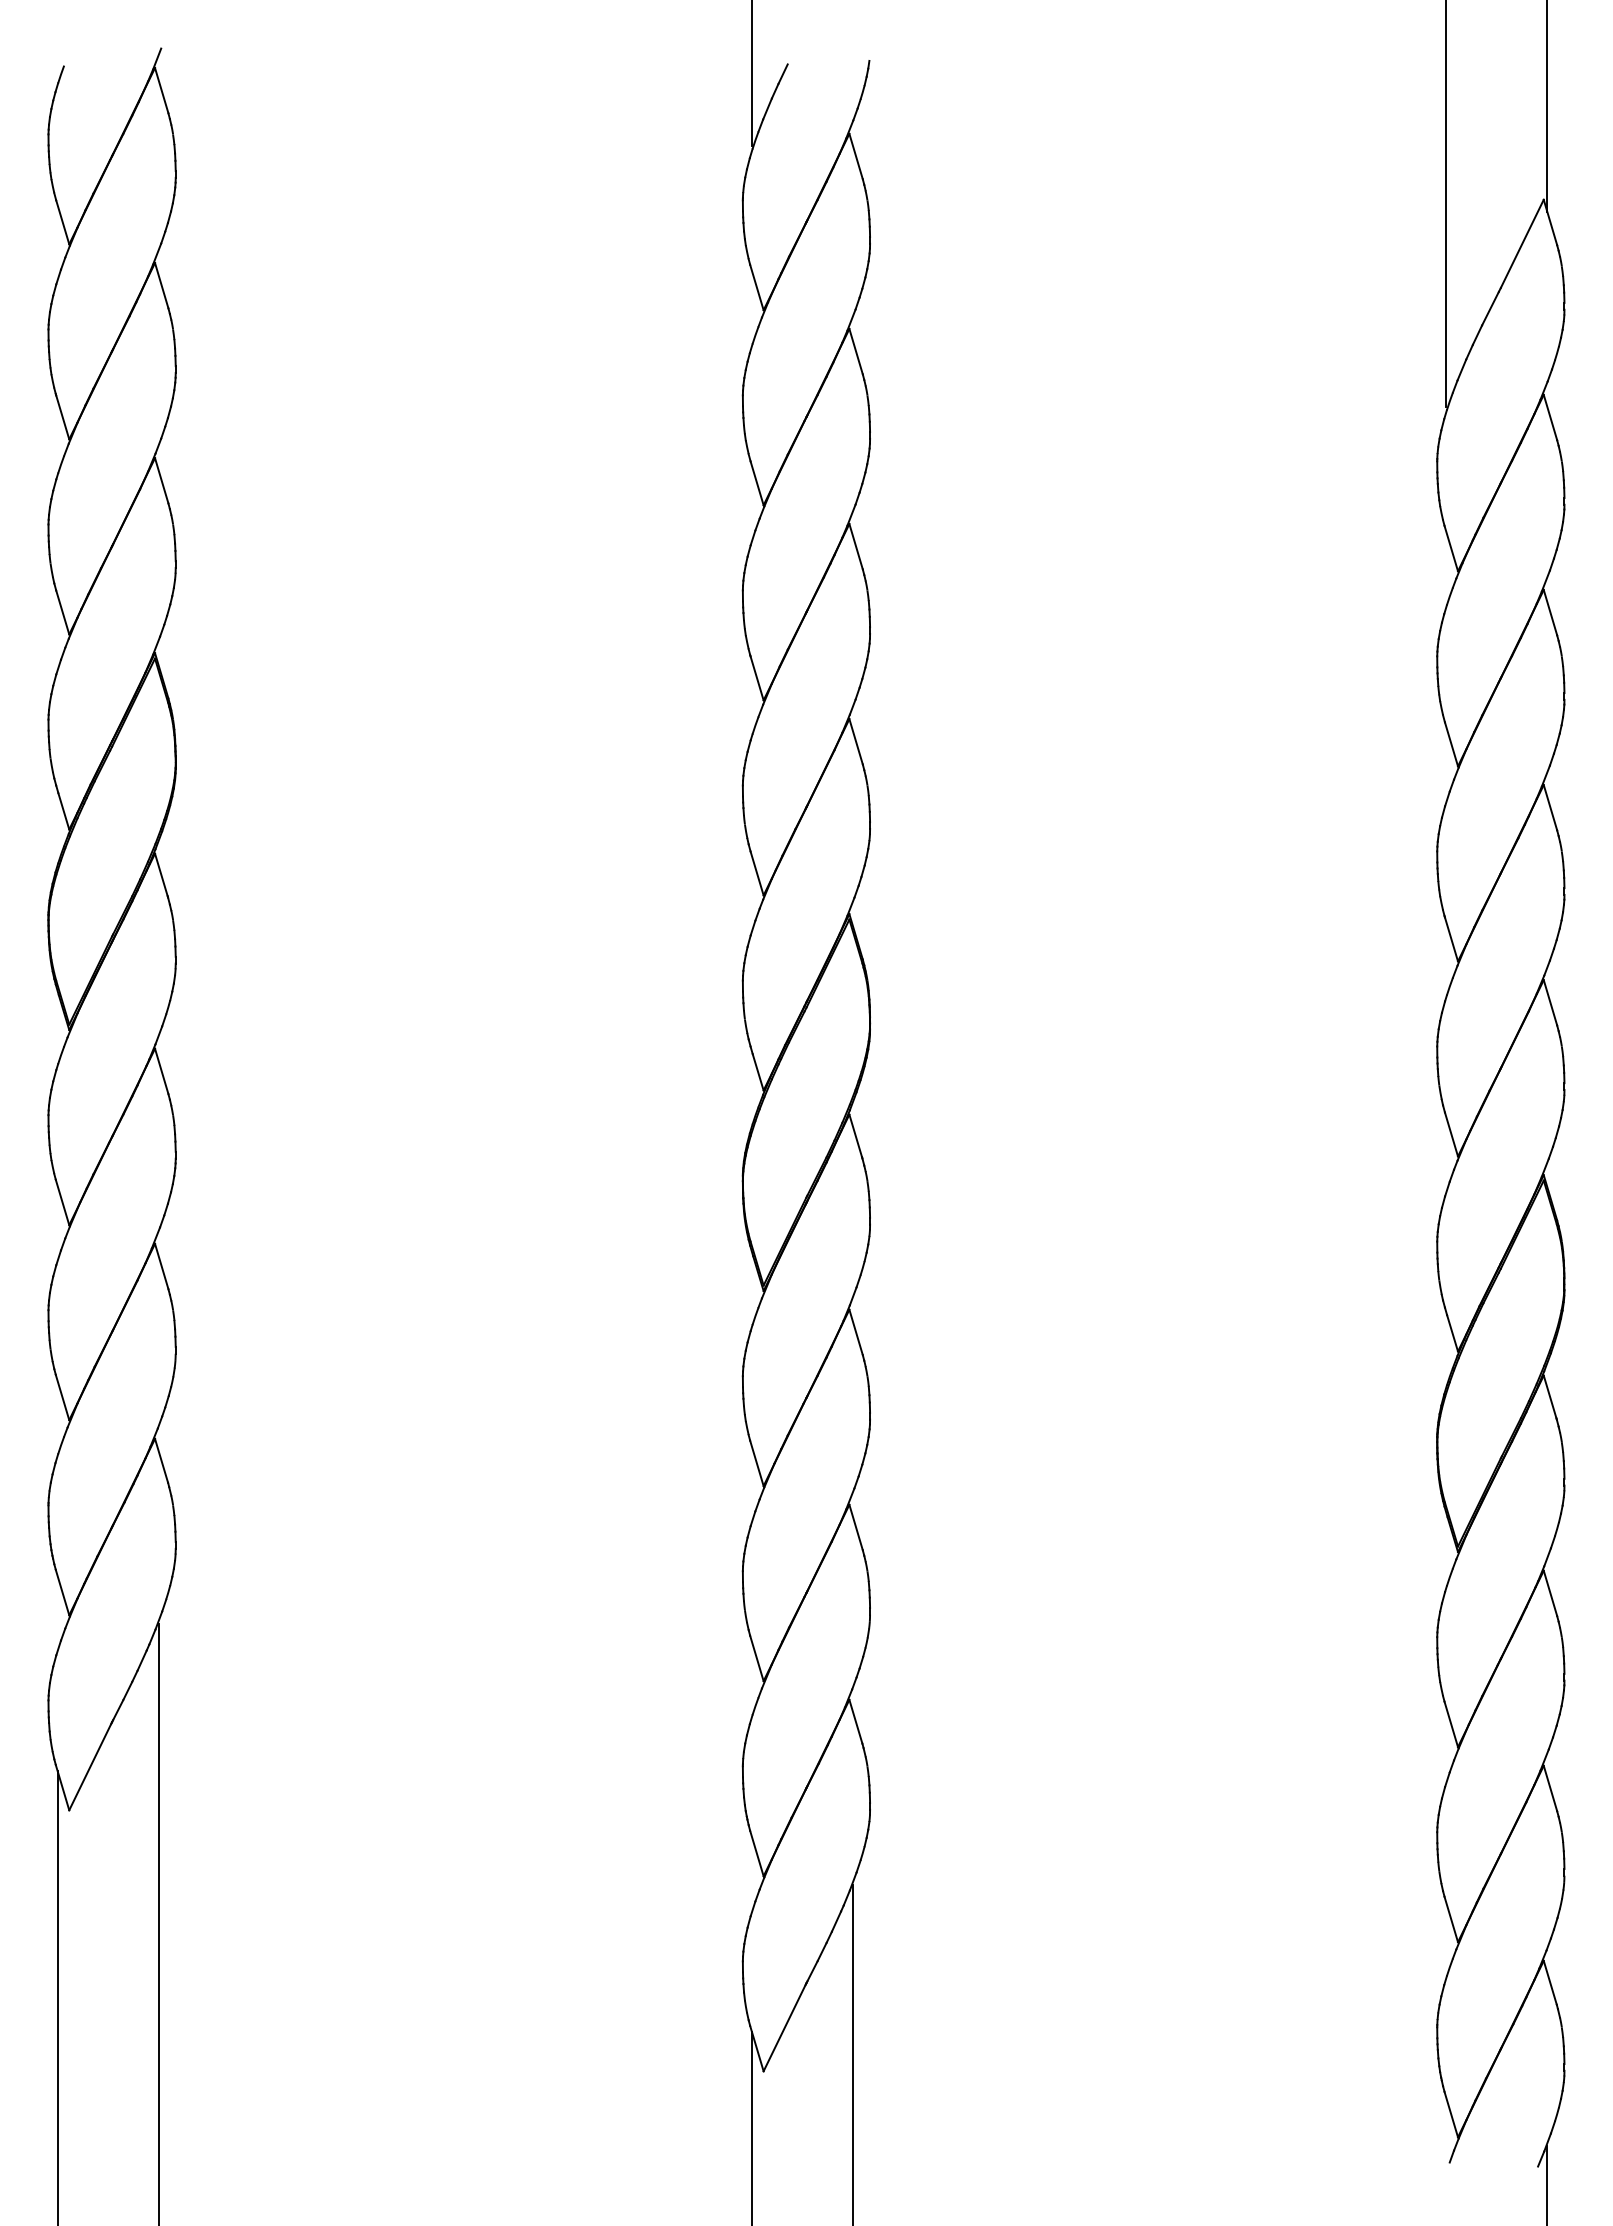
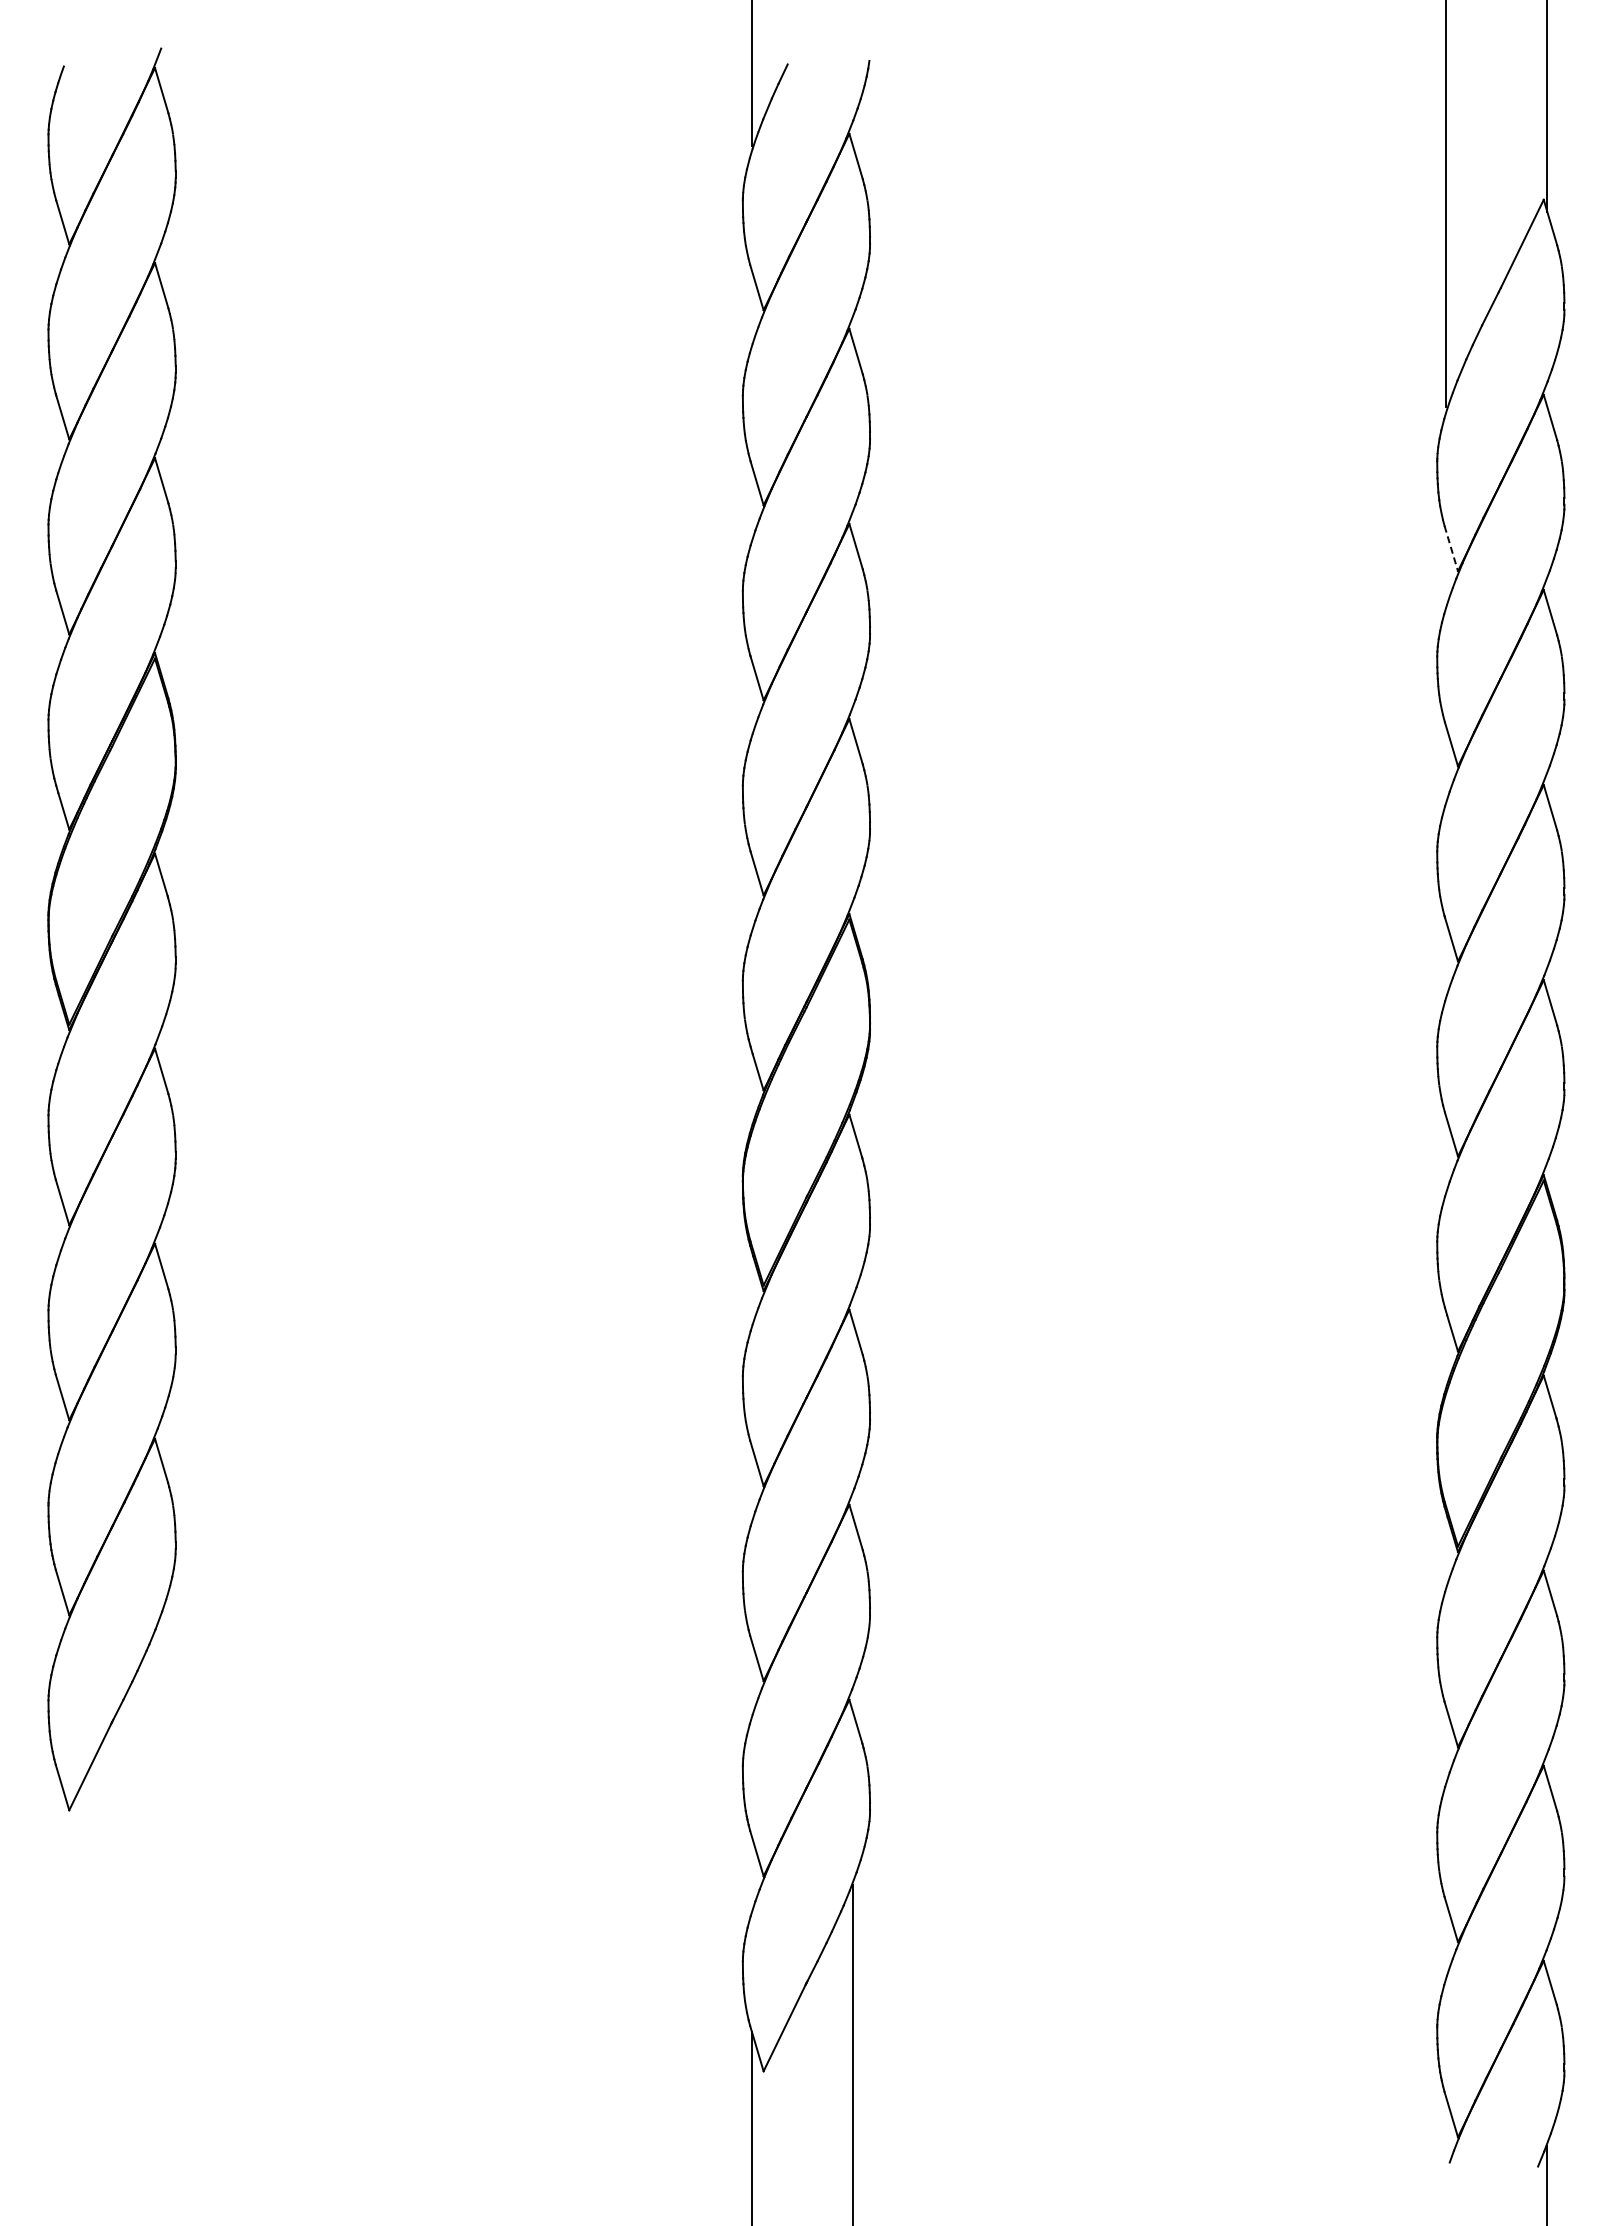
line at (1451, 548): solid -> dashed
line at (158, 1923): present -> none
line at (57, 1996): present -> none
